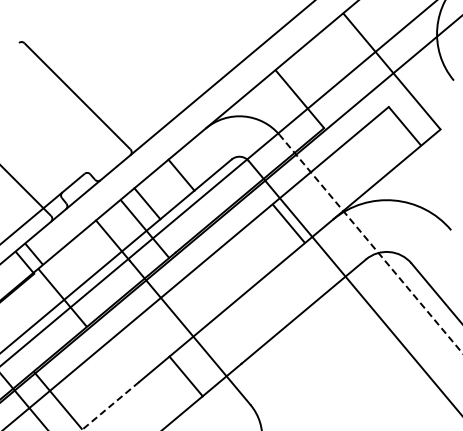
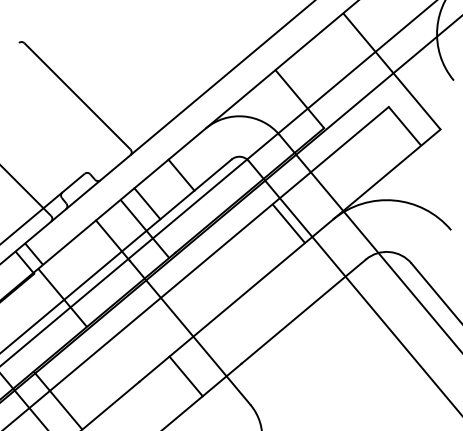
line at (370, 243): dashed -> solid
line at (110, 406): dashed -> solid
